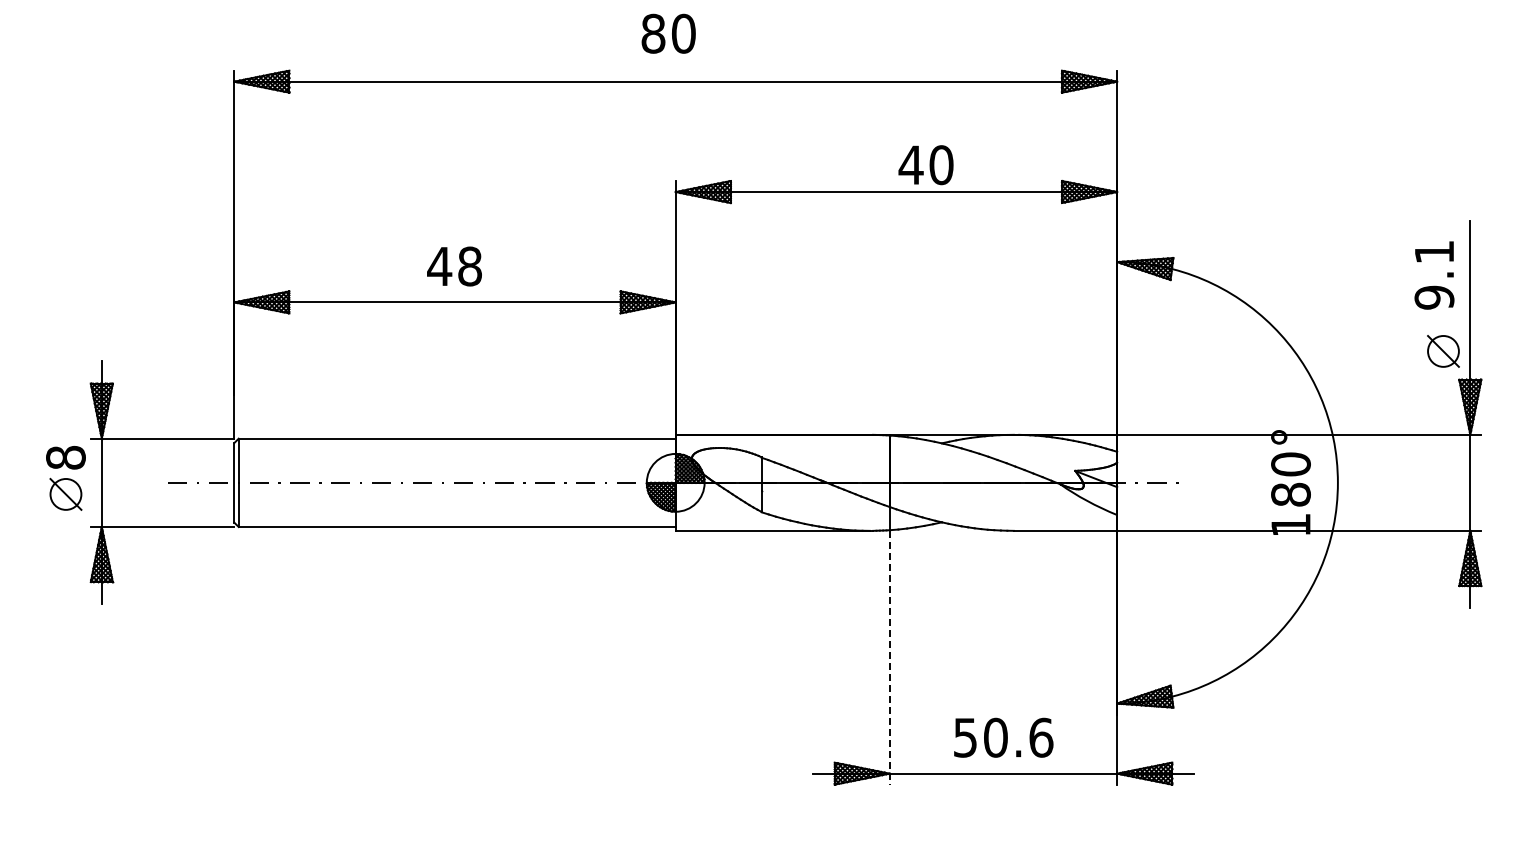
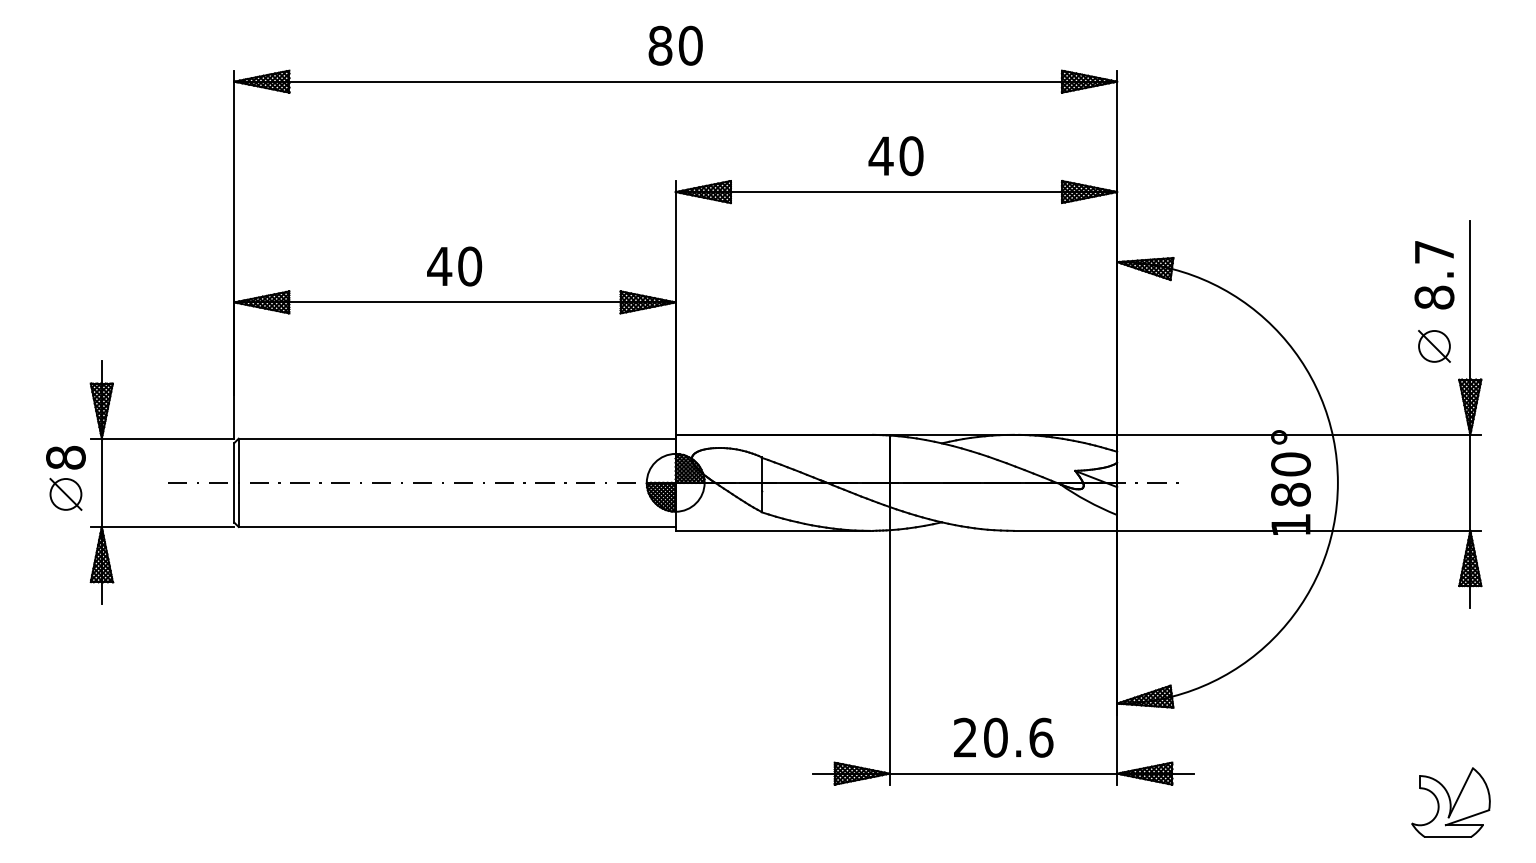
text at (668, 33) position: (668, 33) -> (675, 45)
text at (925, 165) position: (925, 165) -> (895, 156)
text at (470, 266): 48 -> 40
text at (1434, 275): 9.1 -> 8.7
part at (1443, 351) position: (1443, 351) -> (1434, 346)
line at (889, 657): dashed -> solid
text at (965, 737): 50.6 -> 20.6
part at (1450, 802): none -> present
